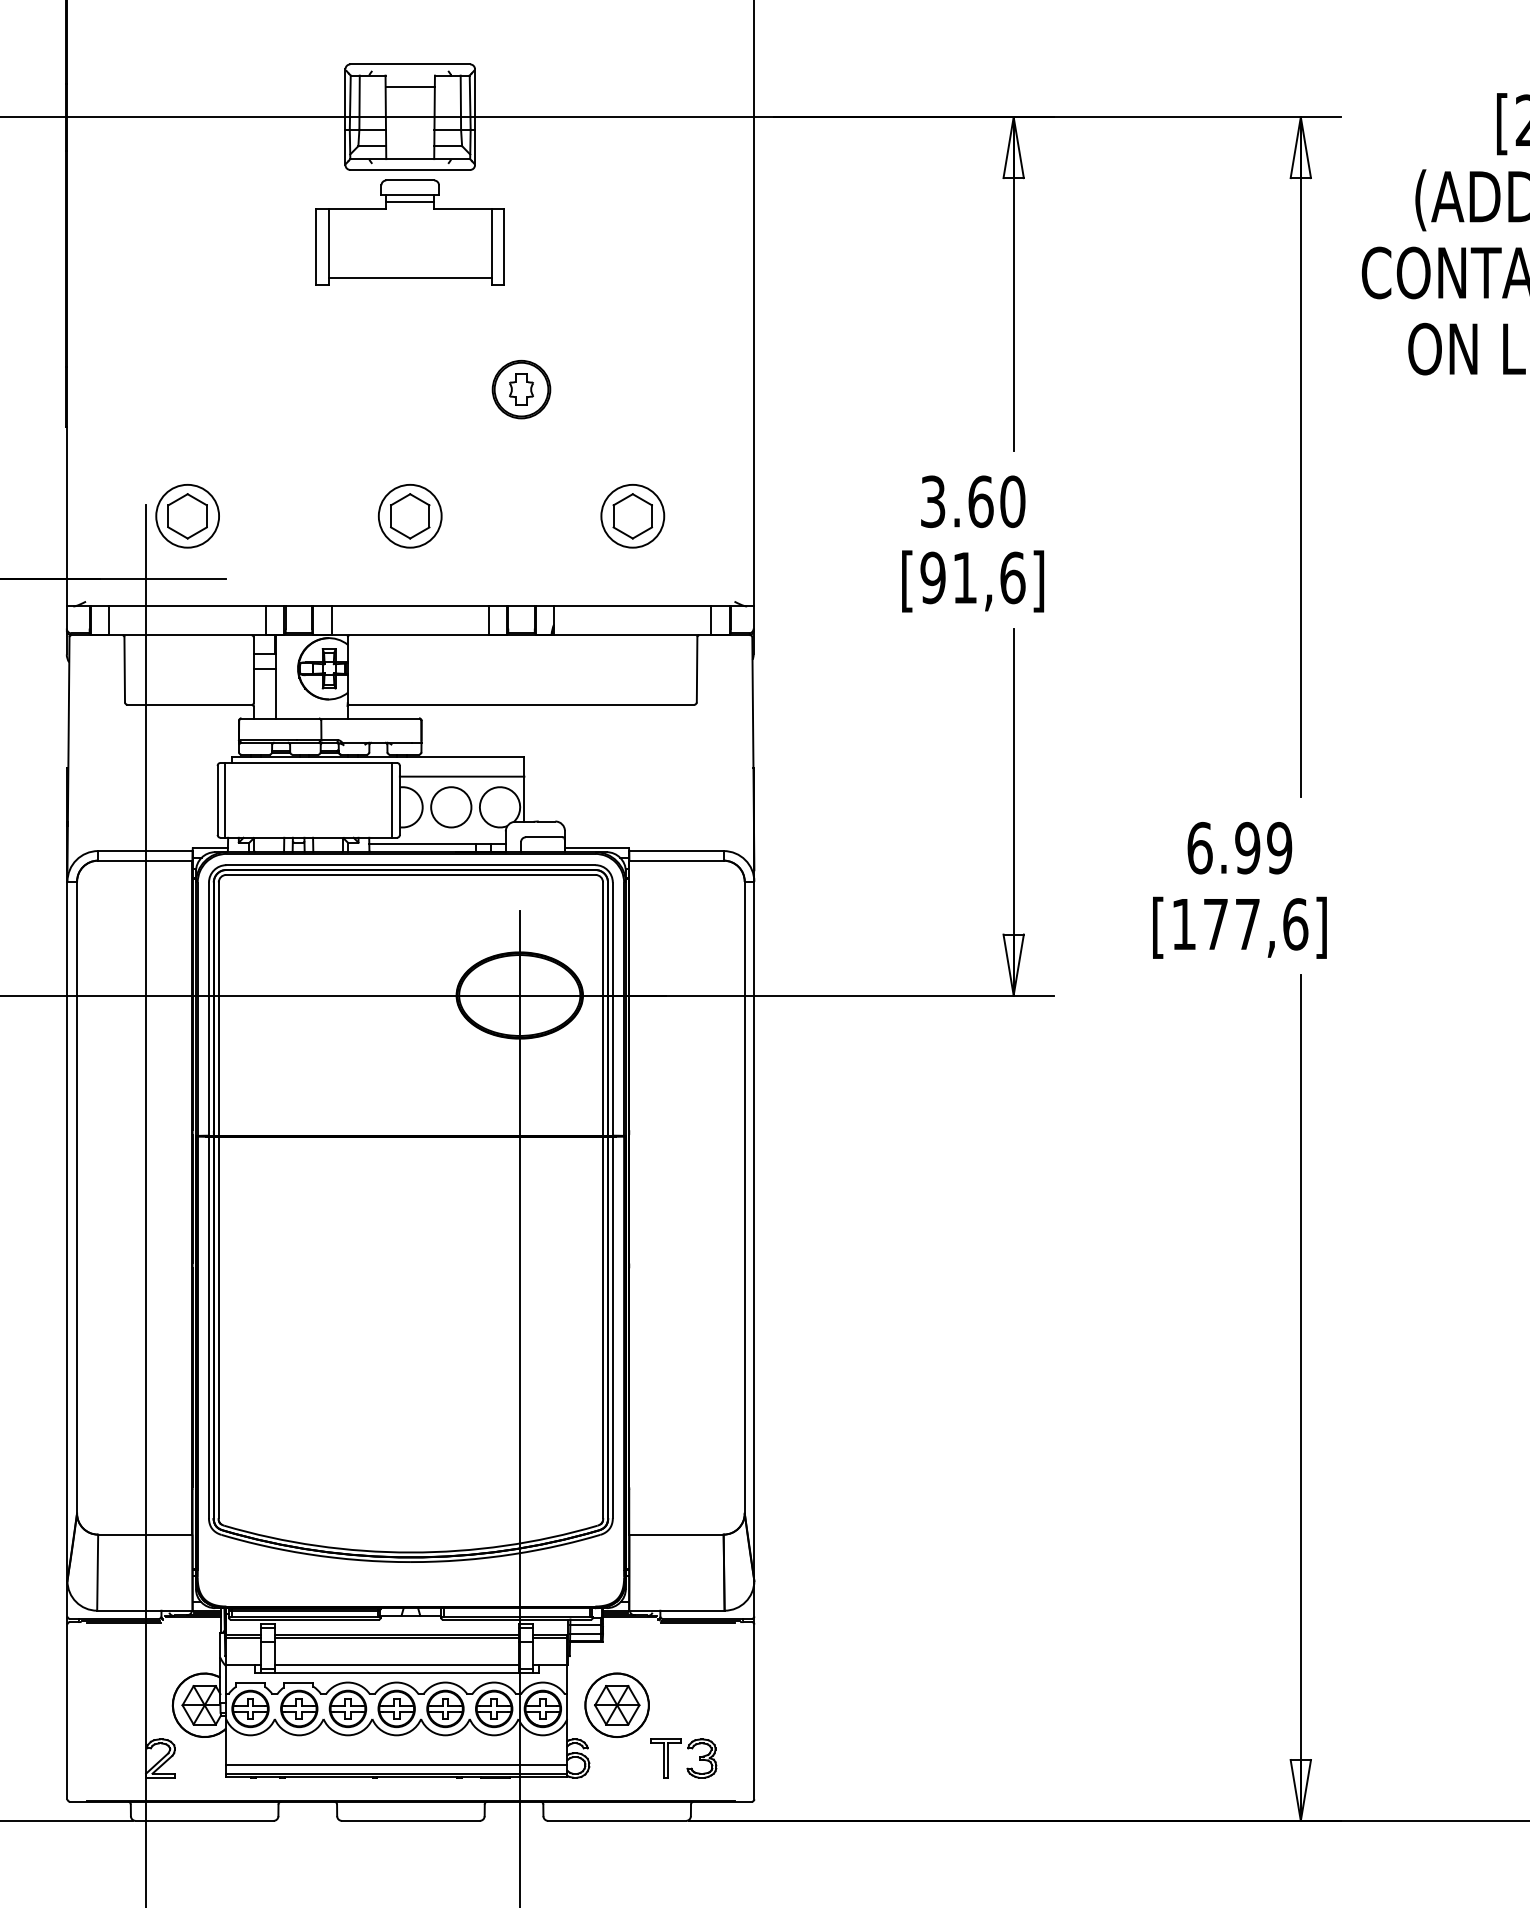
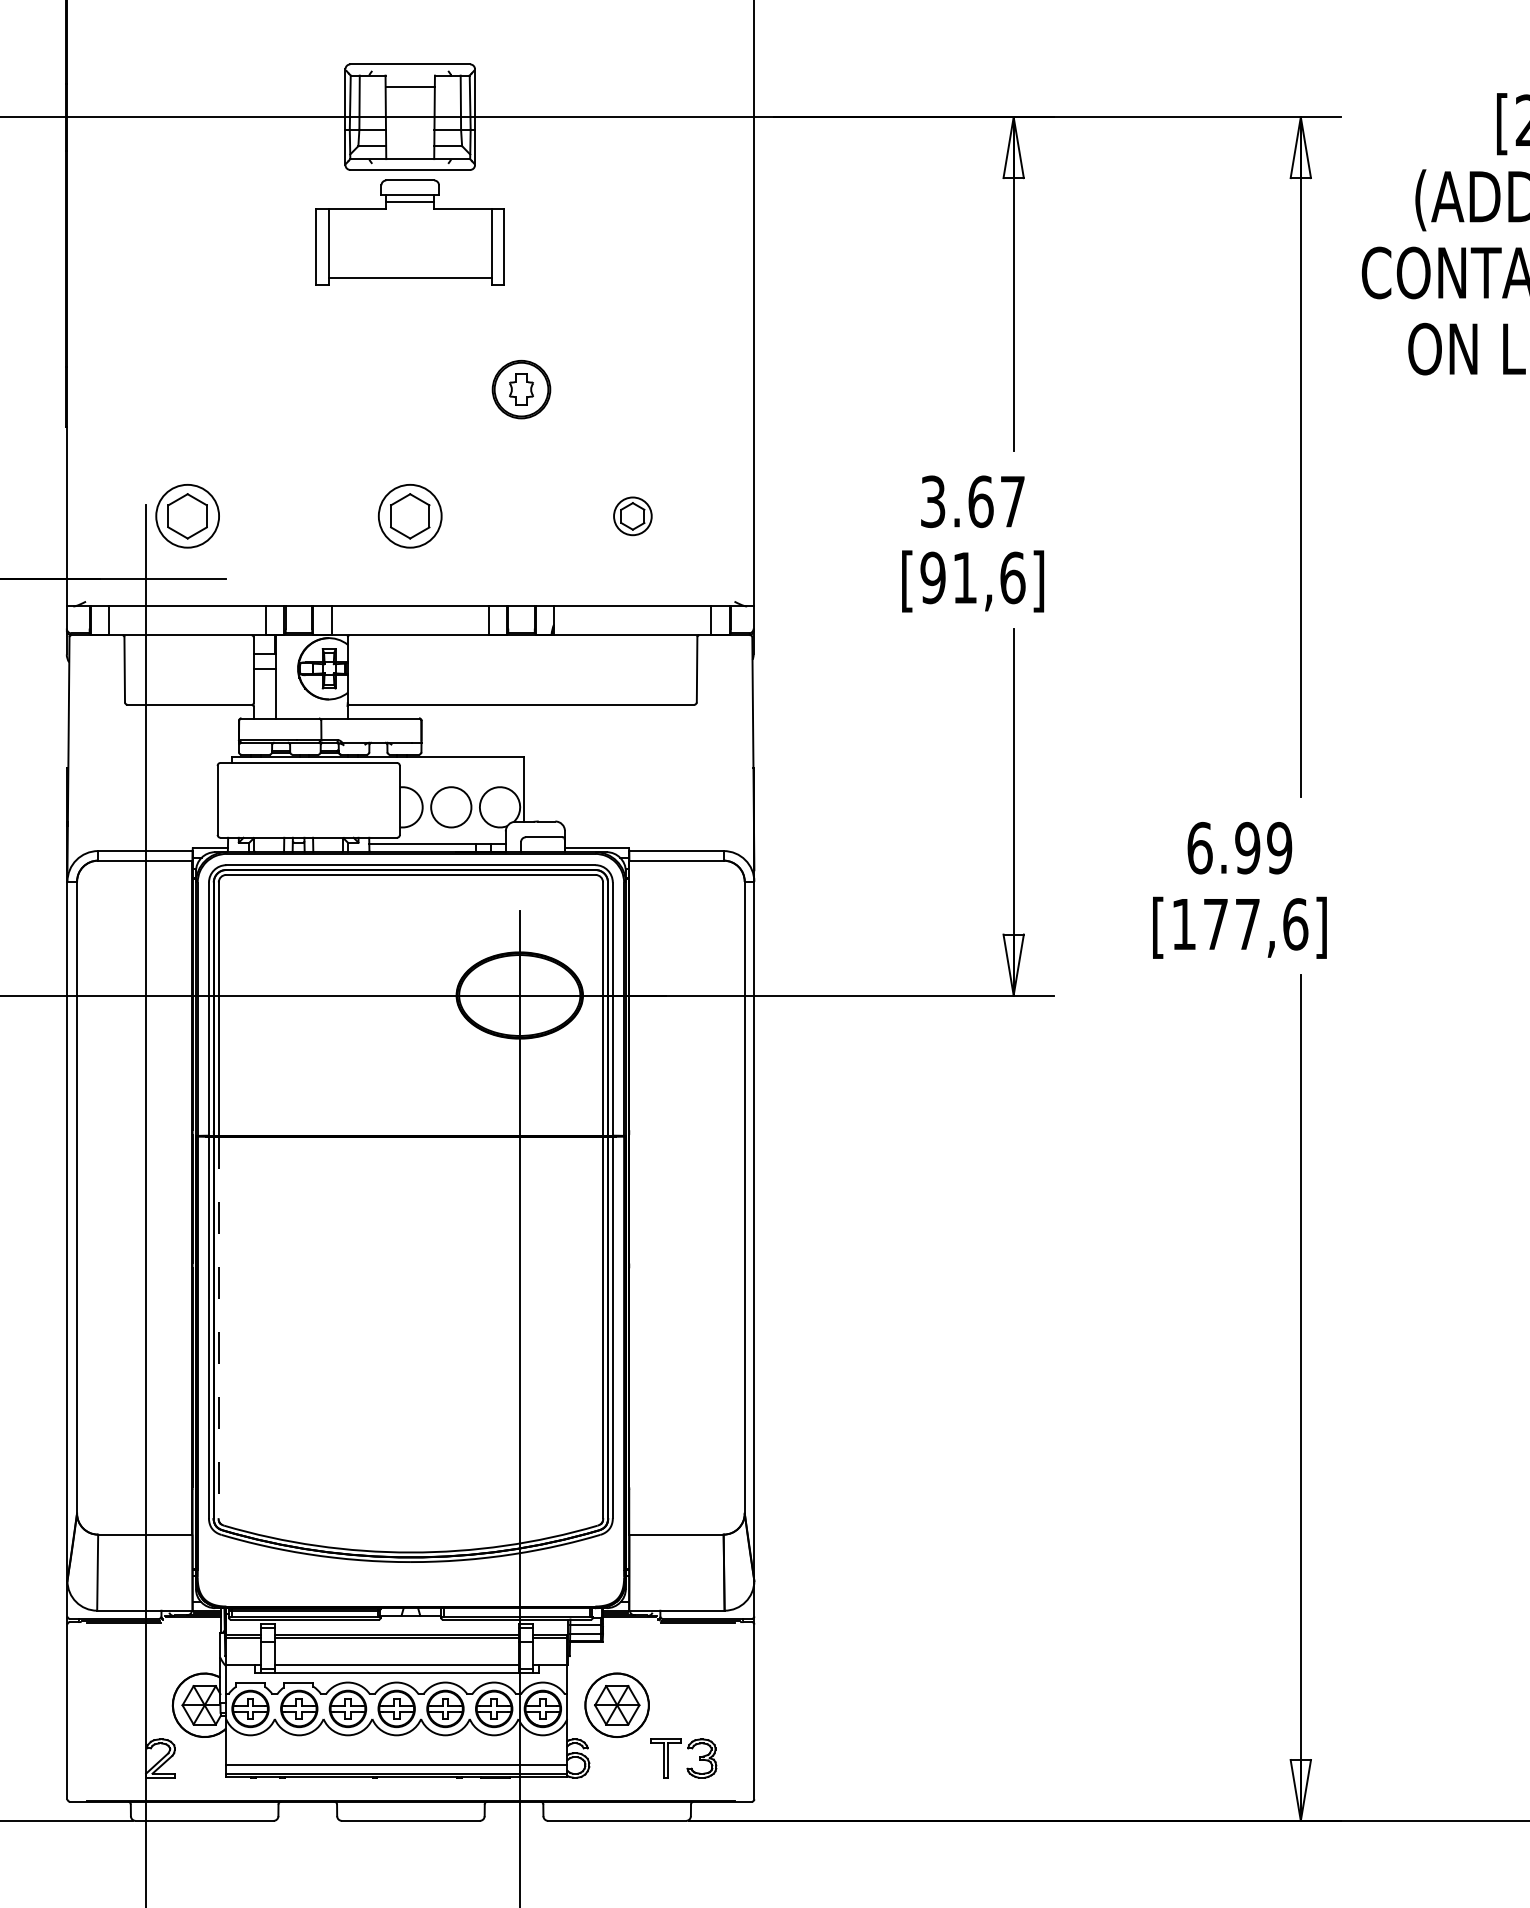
text at (1012, 501): 3.60 -> 3.67
part at (632, 516) size: 66x65 px -> 40x41 px
line at (461, 776): present -> none
line at (225, 799): present -> none
line at (392, 799): present -> none
line at (218, 1327): solid -> dashed
